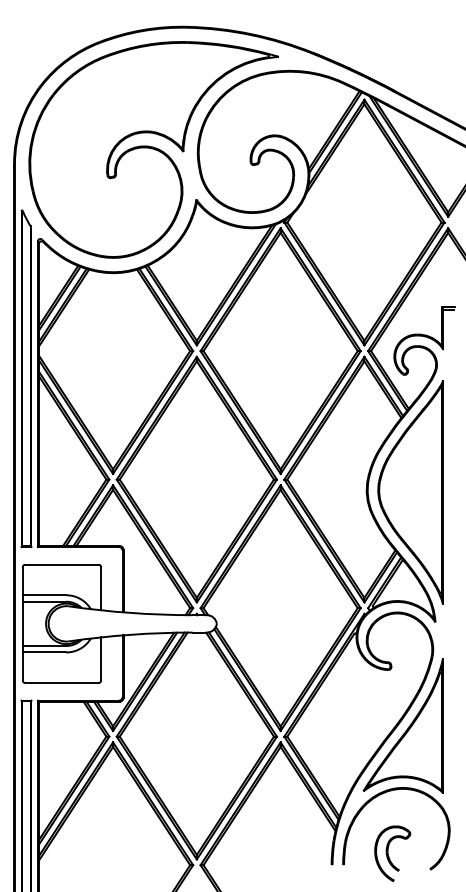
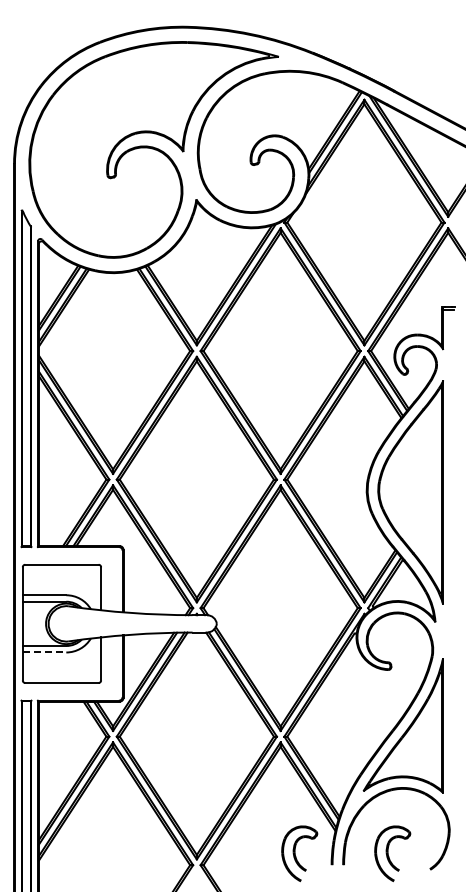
line at (44, 652): solid -> dashed
part at (299, 853): none -> present
